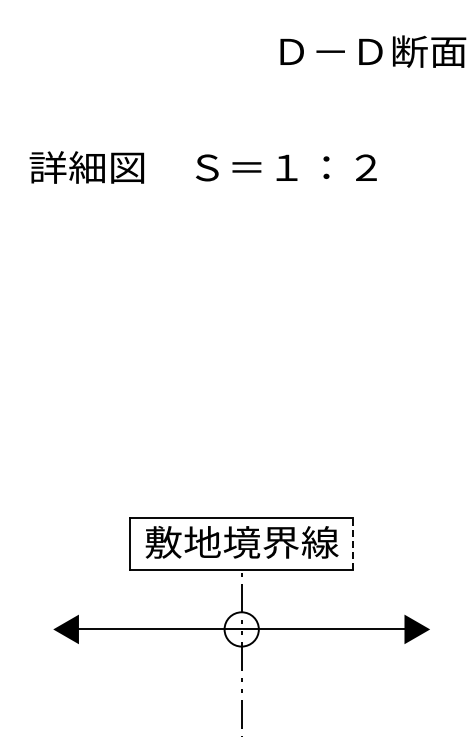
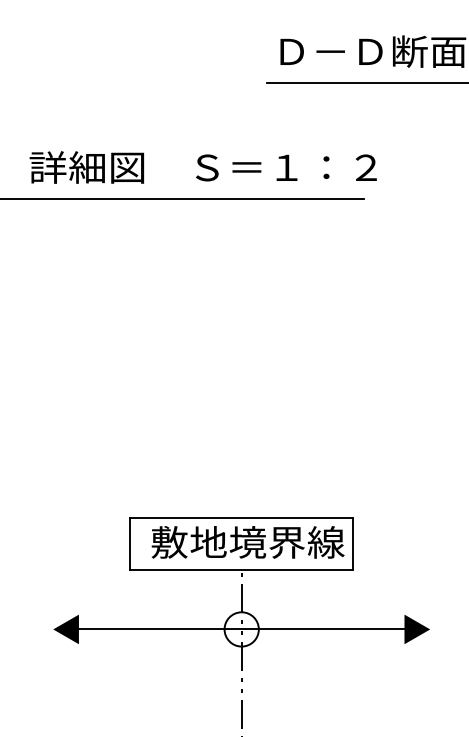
line at (365, 82): none -> present
line at (183, 198): none -> present
text at (241, 542) position: (241, 542) -> (247, 542)
line at (353, 543): dashed -> solid
